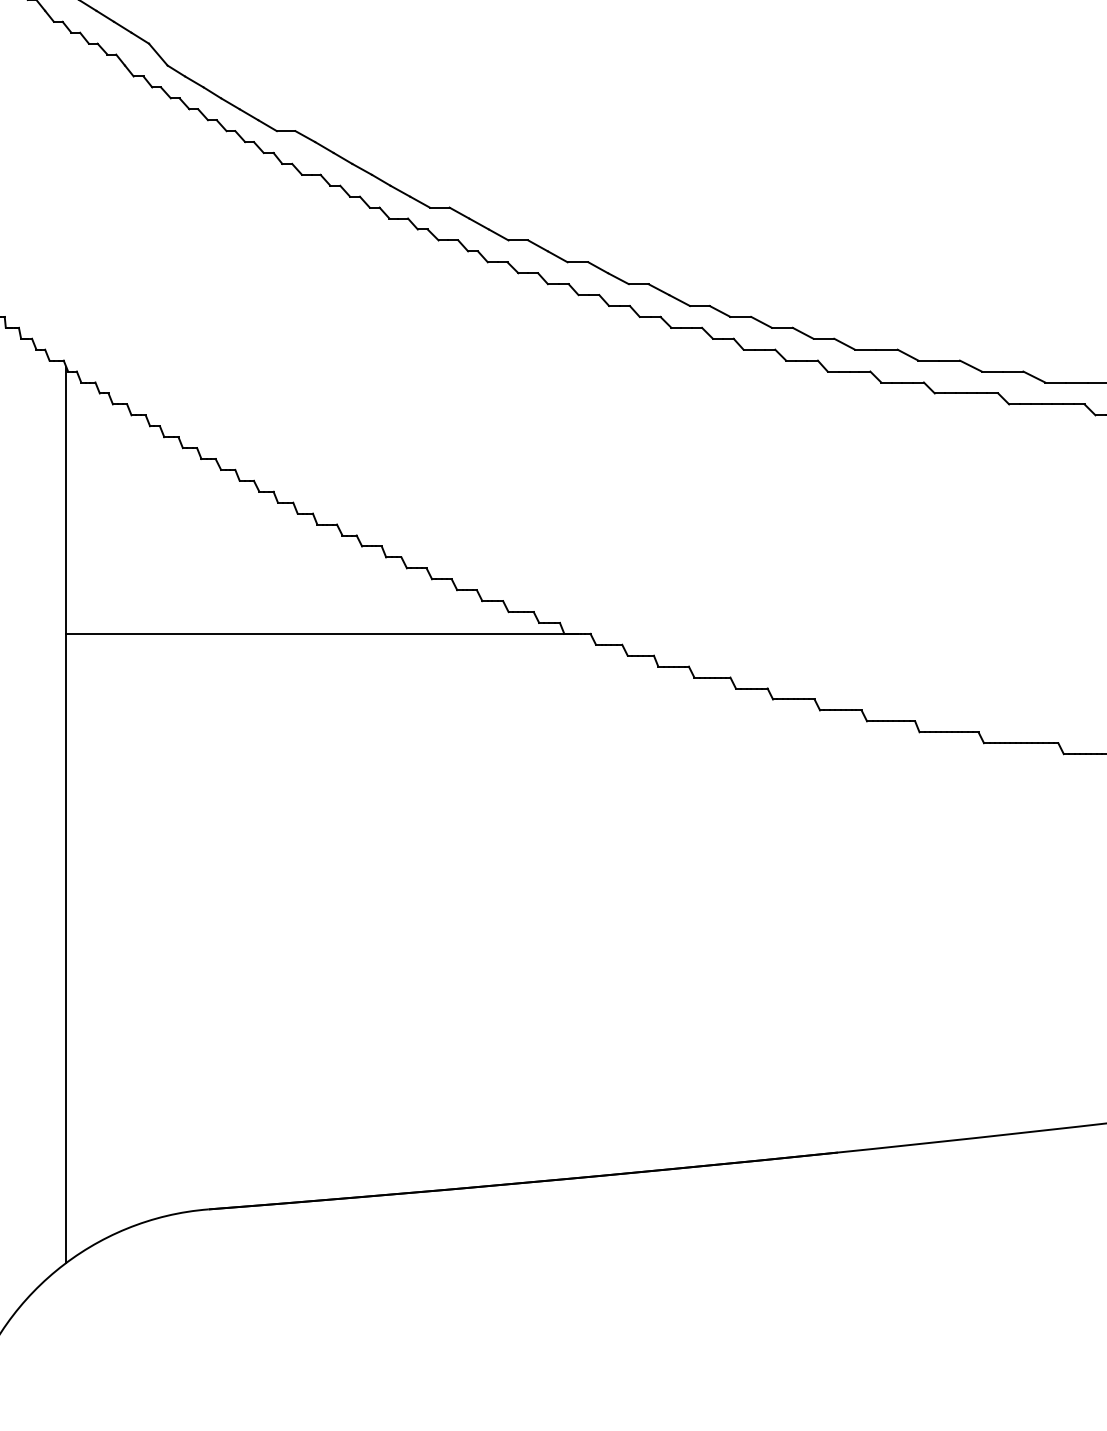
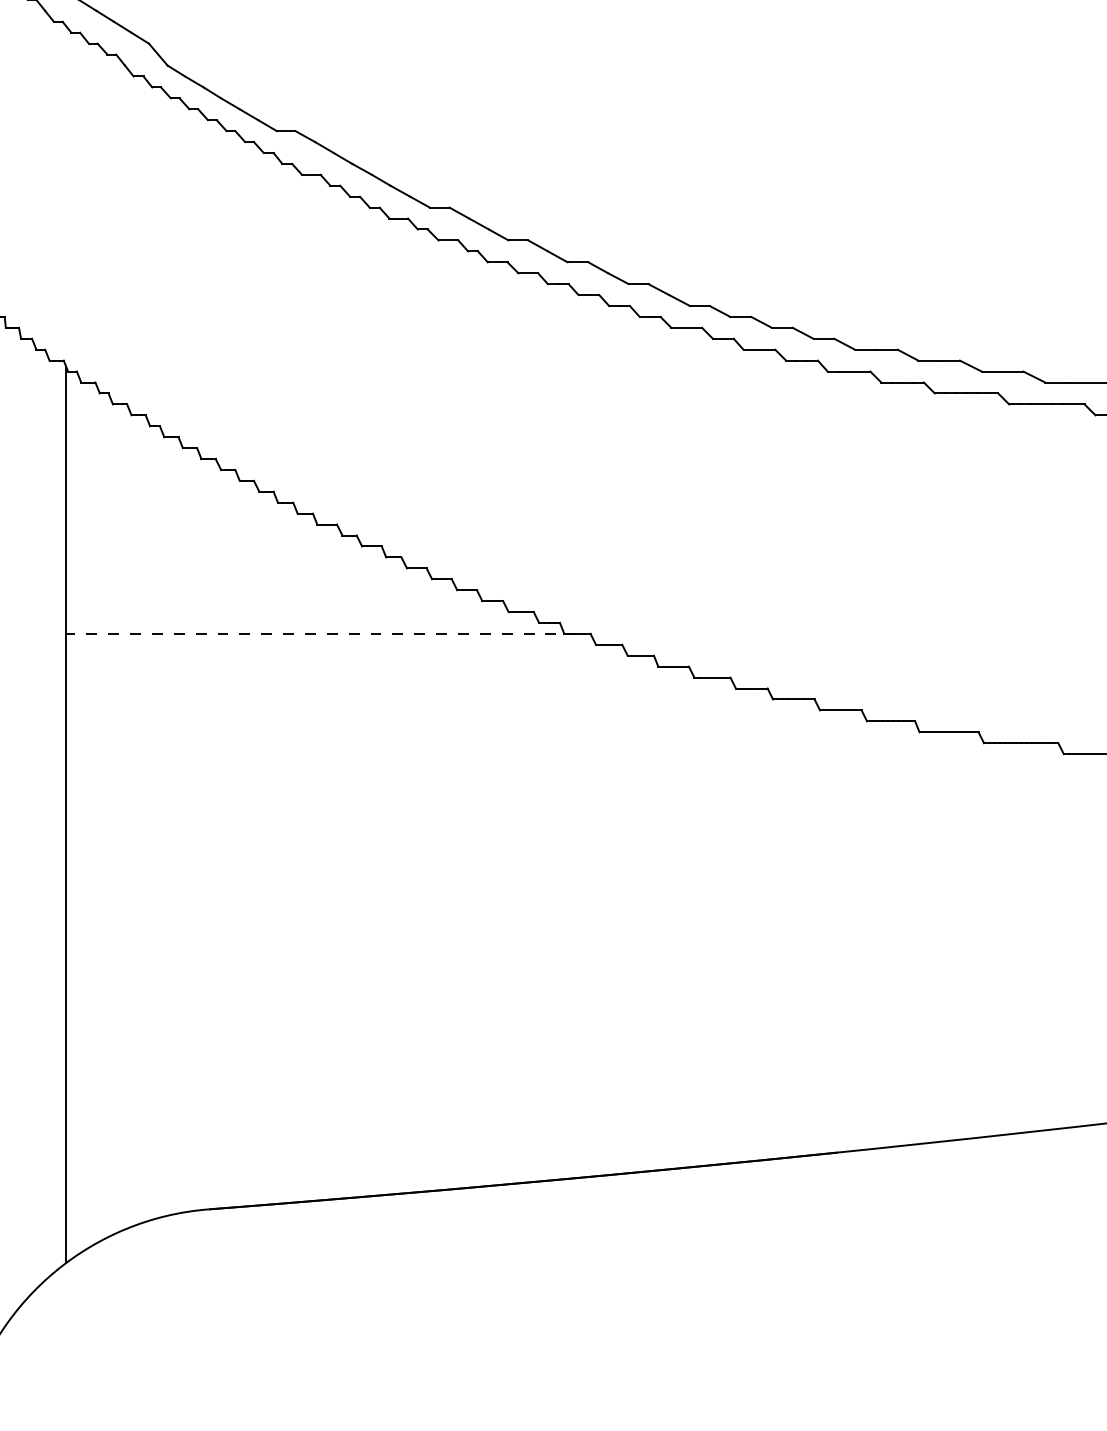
line at (321, 633): solid -> dashed
